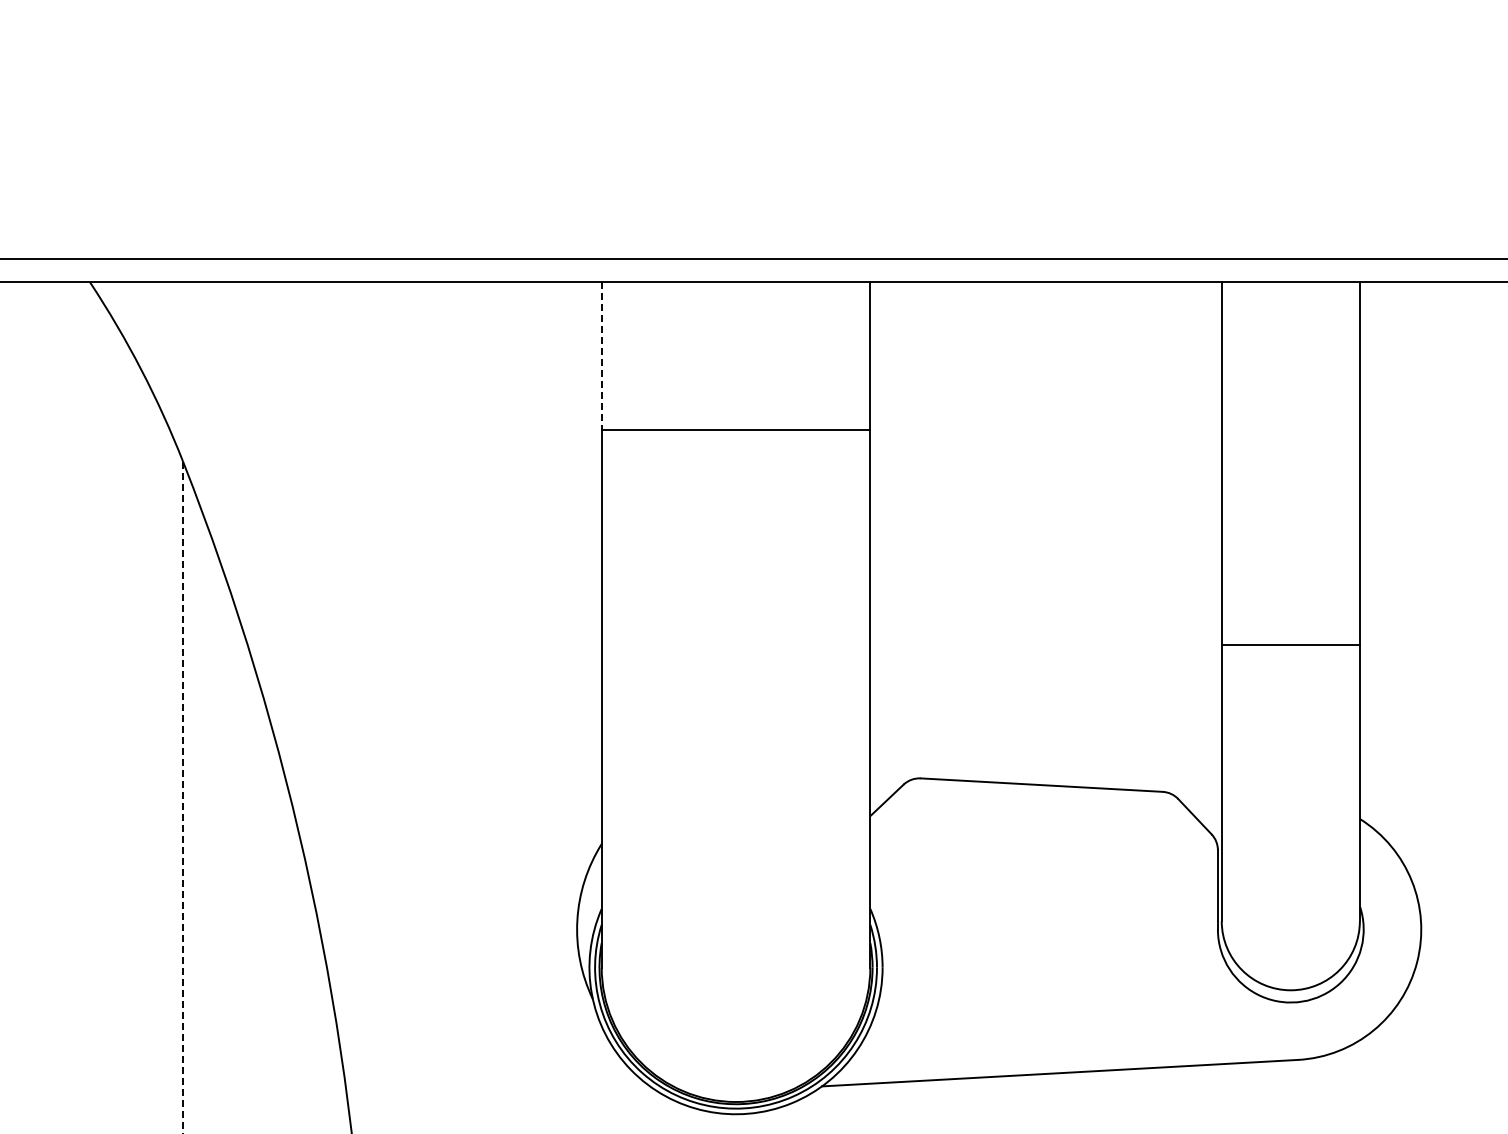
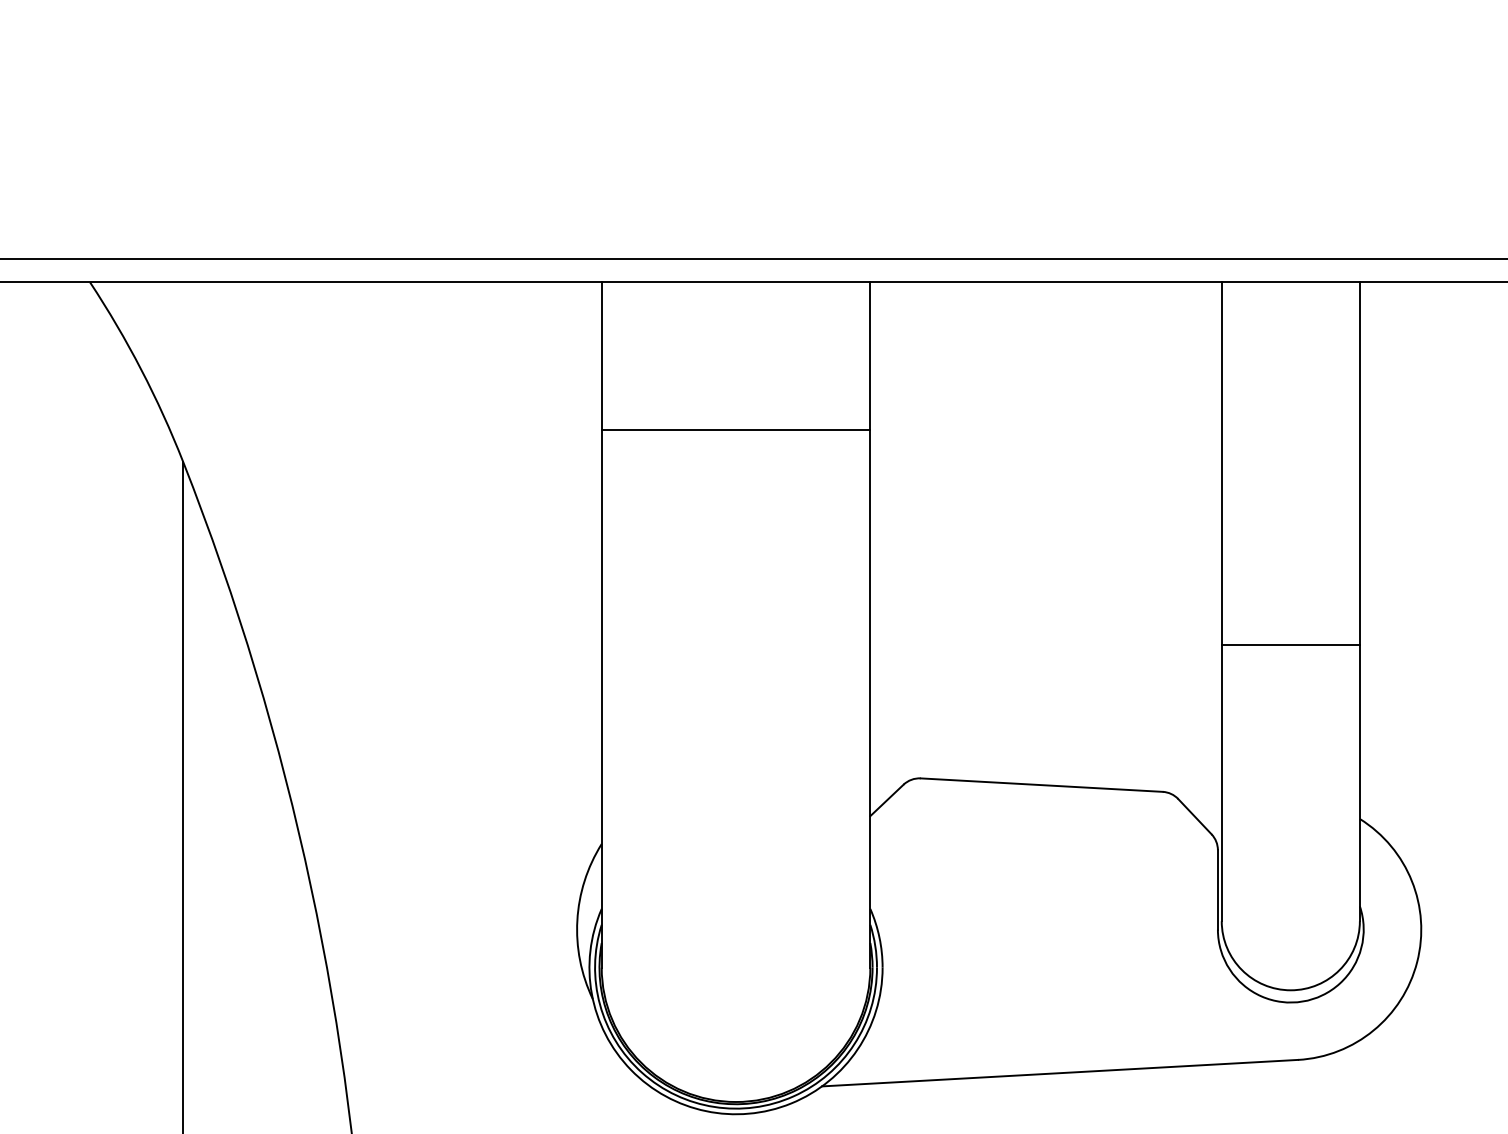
line at (601, 356): dashed -> solid
line at (183, 797): dashed -> solid
